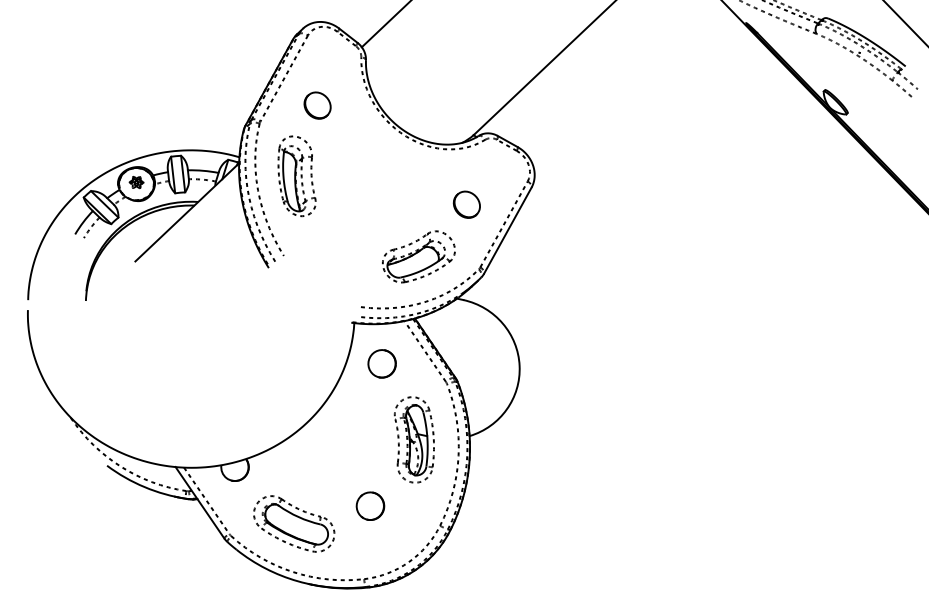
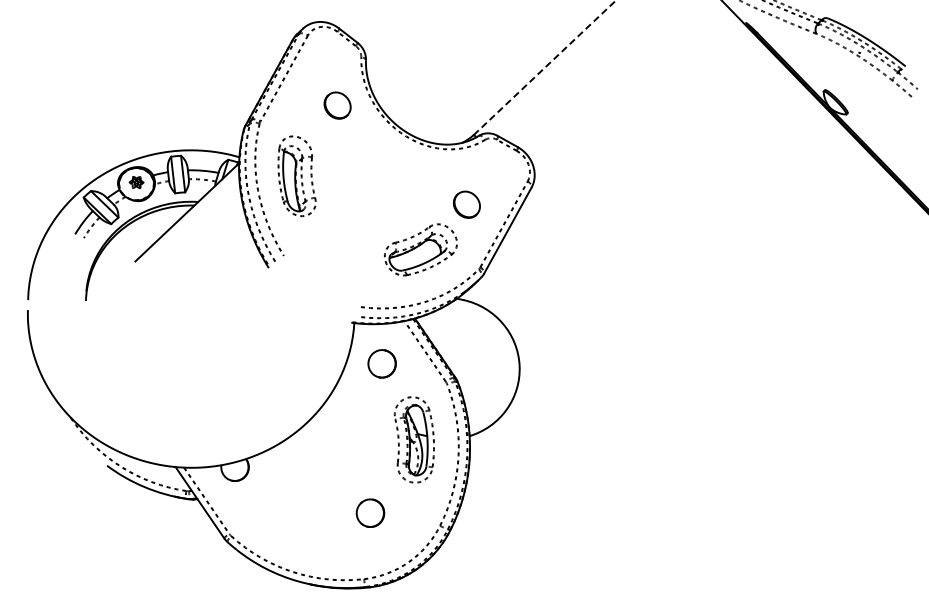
line at (905, 22): present -> none
line at (385, 24): present -> none
line at (544, 67): solid -> dashed
part at (317, 105) position: (317, 105) -> (337, 105)
part at (418, 256) position: (418, 256) -> (420, 249)
part at (370, 505) position: (370, 505) -> (370, 512)
part at (294, 523): present -> none
